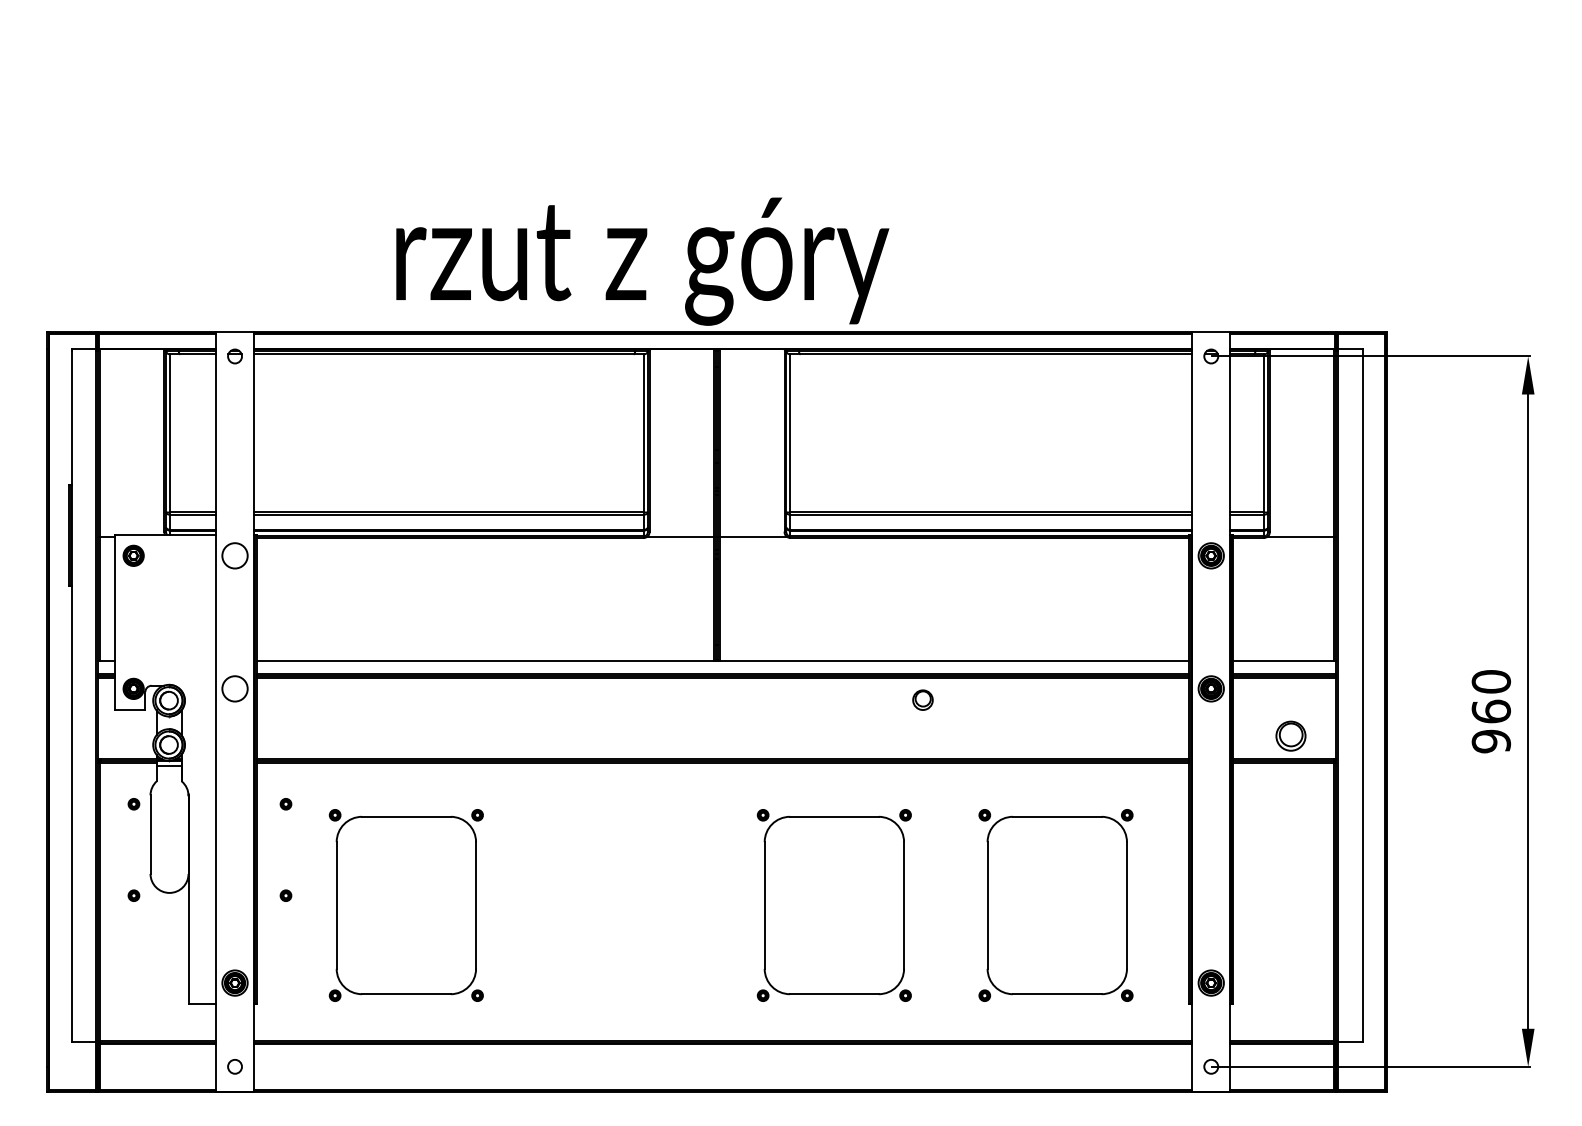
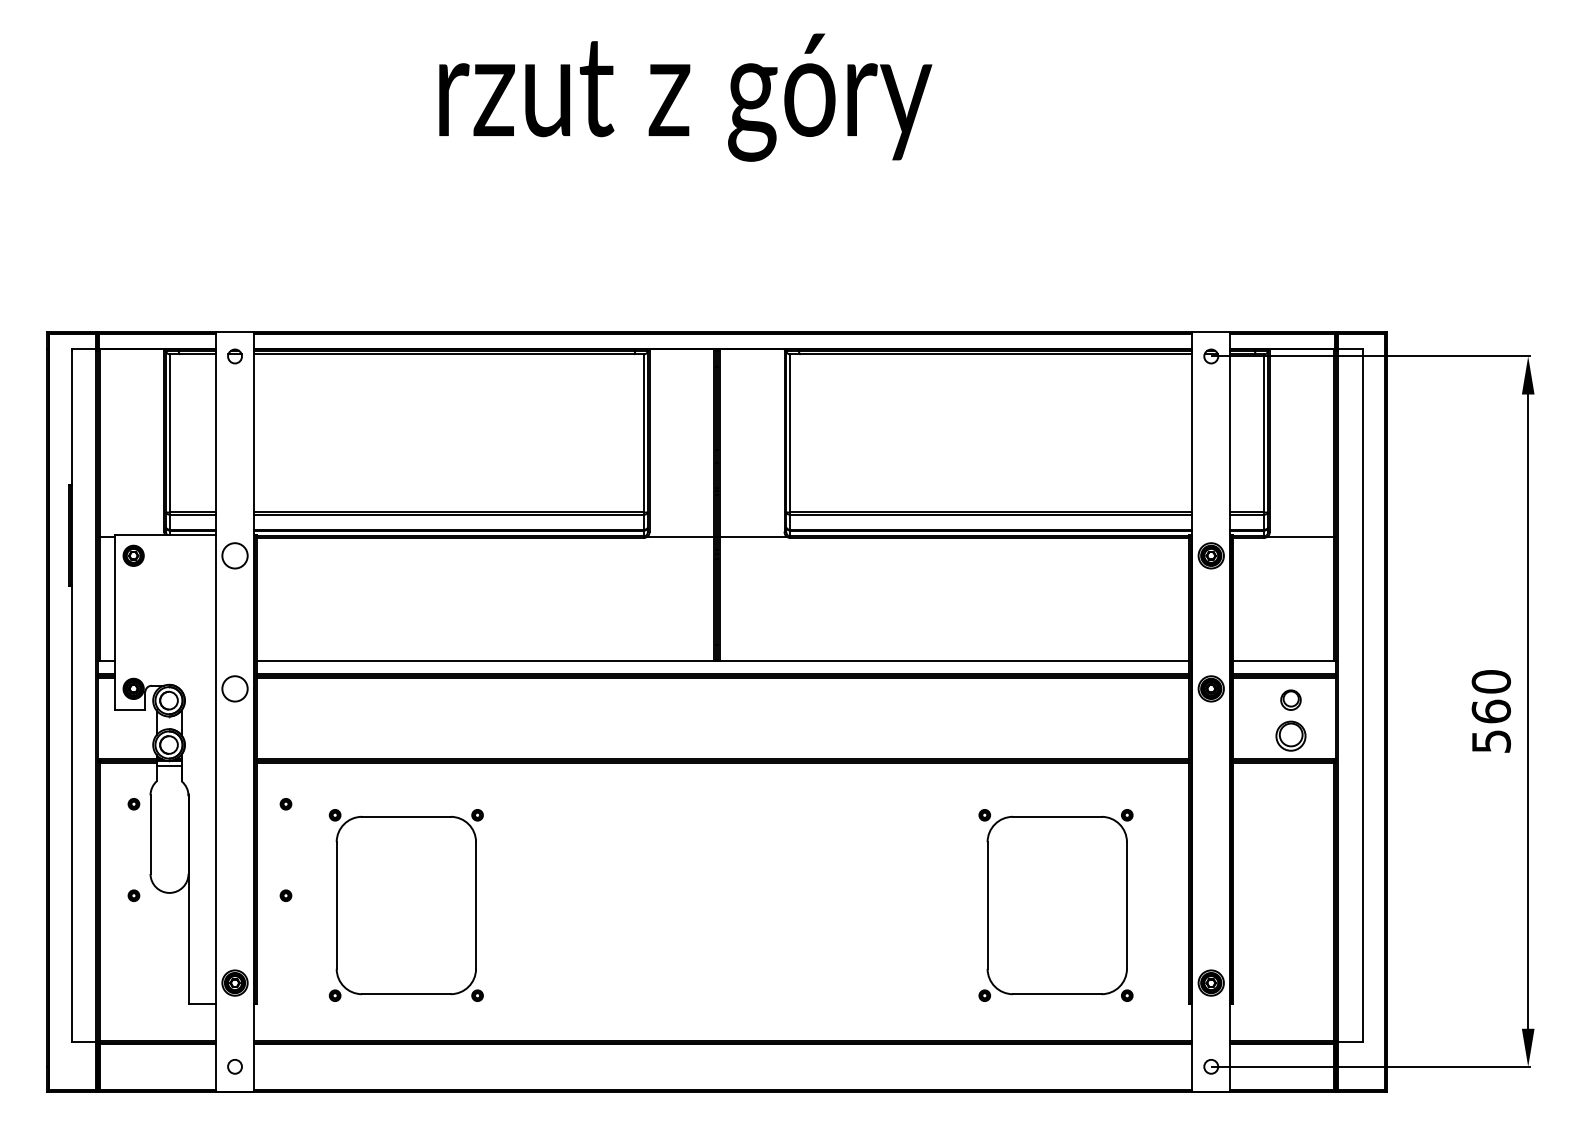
text at (642, 261) position: (642, 261) -> (685, 97)
part at (922, 699) position: (922, 699) -> (1290, 699)
text at (1490, 741): 960 -> 560
part at (833, 905): present -> none
